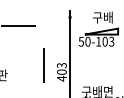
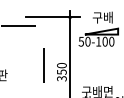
line at (52, 17): none -> present
text at (111, 41): 50-103 -> 50-100
text at (61, 72): 403 -> 350
